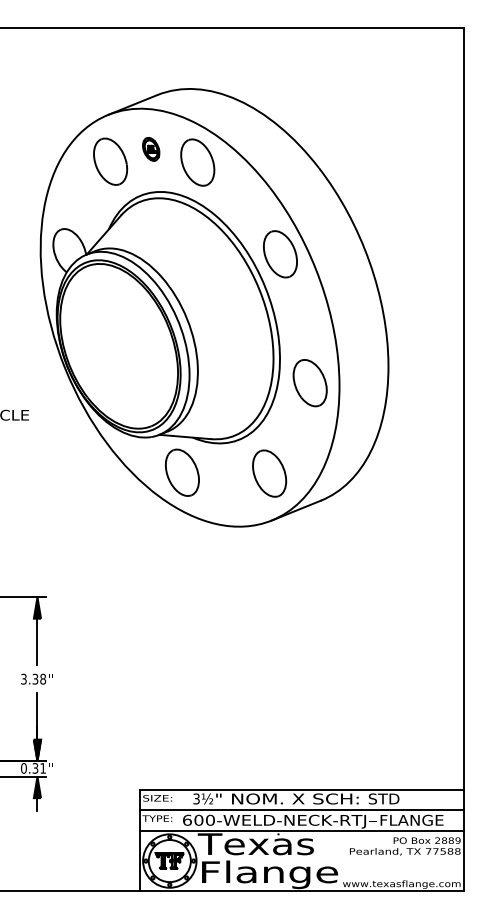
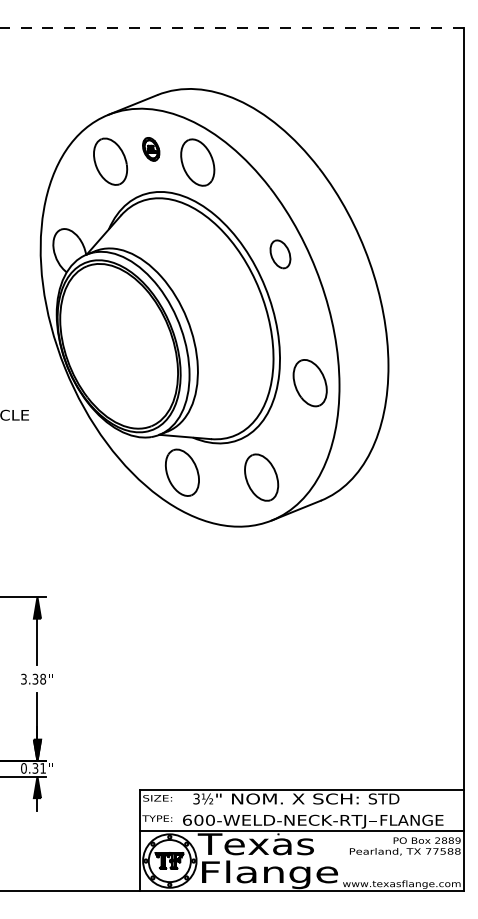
line at (232, 27): solid -> dashed
part at (280, 254) size: 35x49 px -> 23x31 px
part at (269, 473) position: (269, 473) -> (261, 477)
line at (301, 810): present -> none
